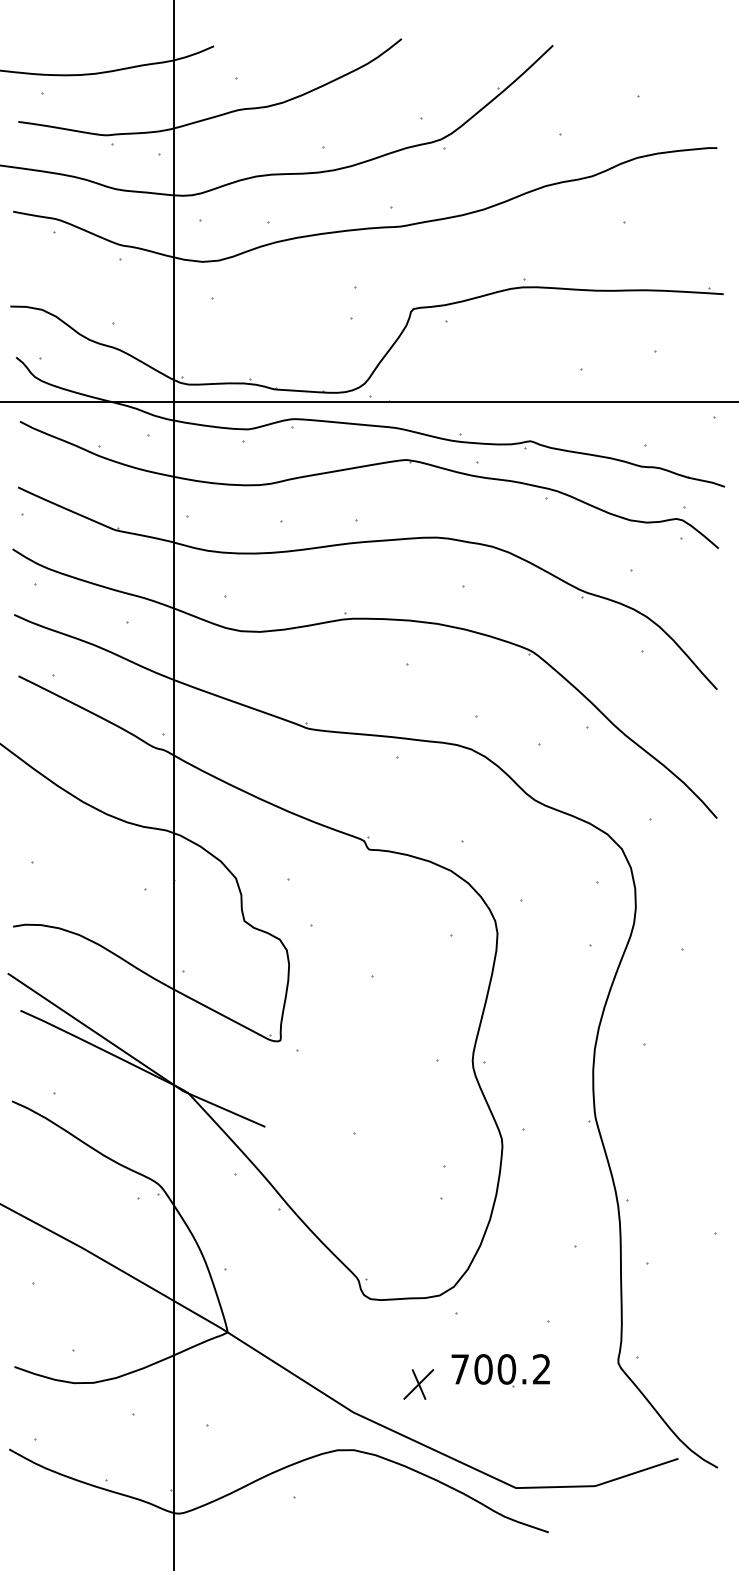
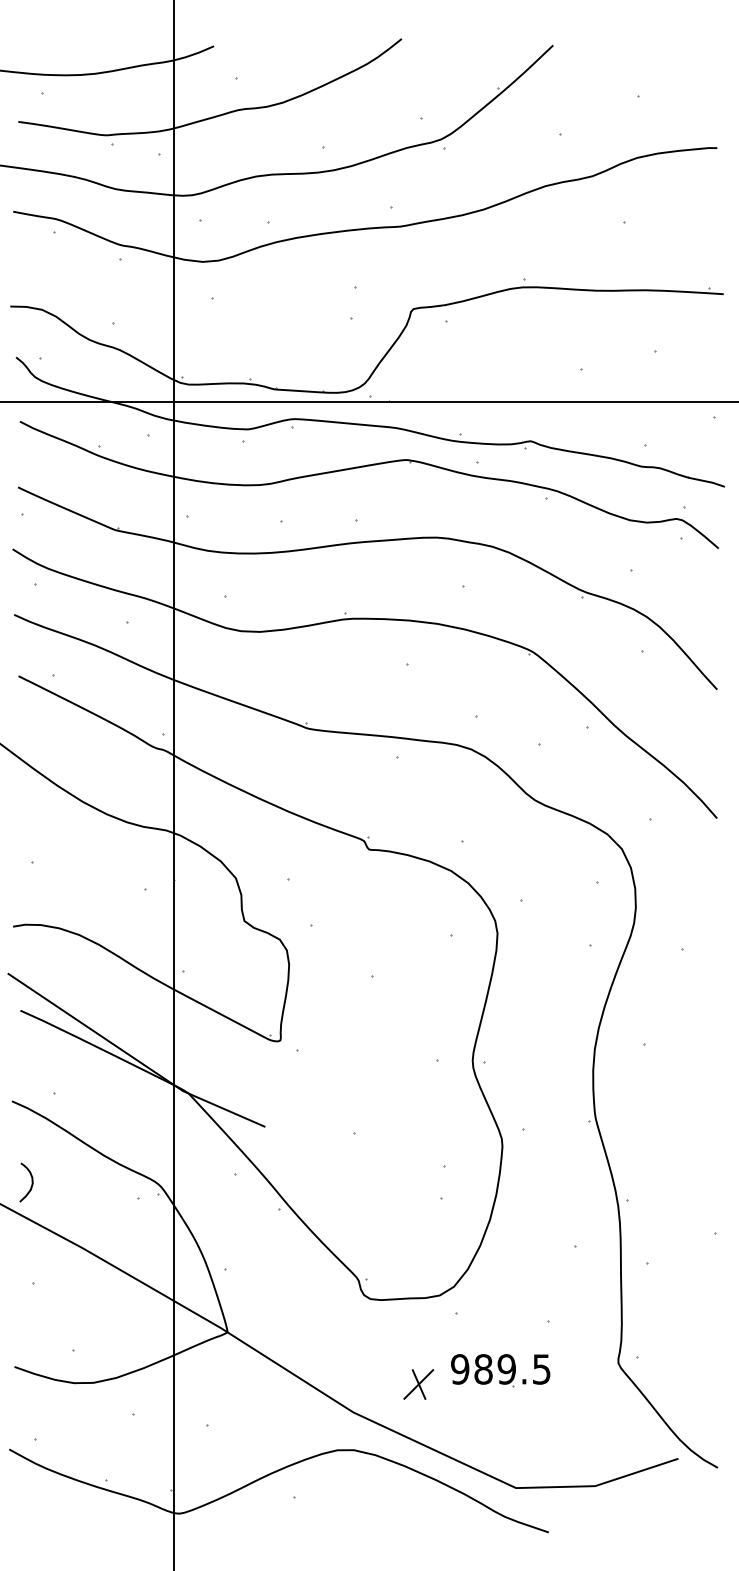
curve at (31, 1182): none -> present
text at (500, 1369): 700.2 -> 989.5
